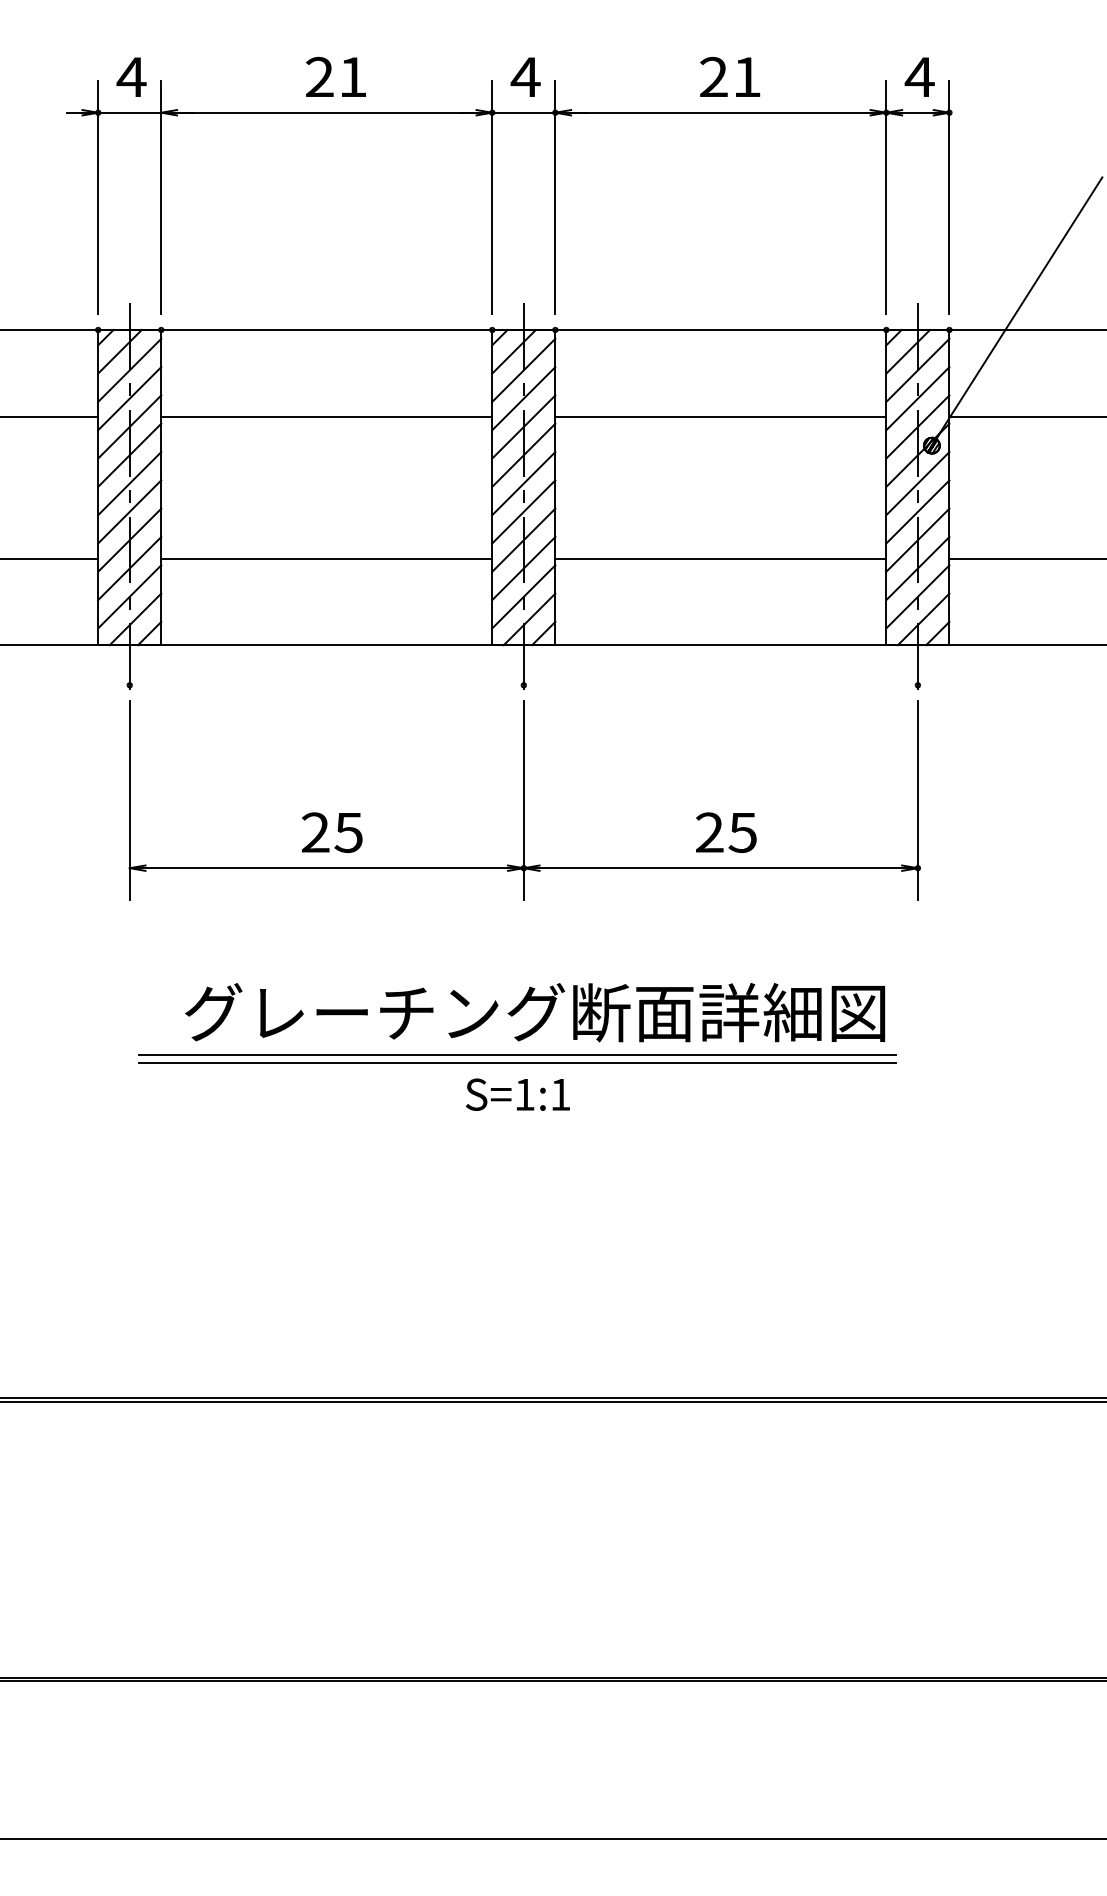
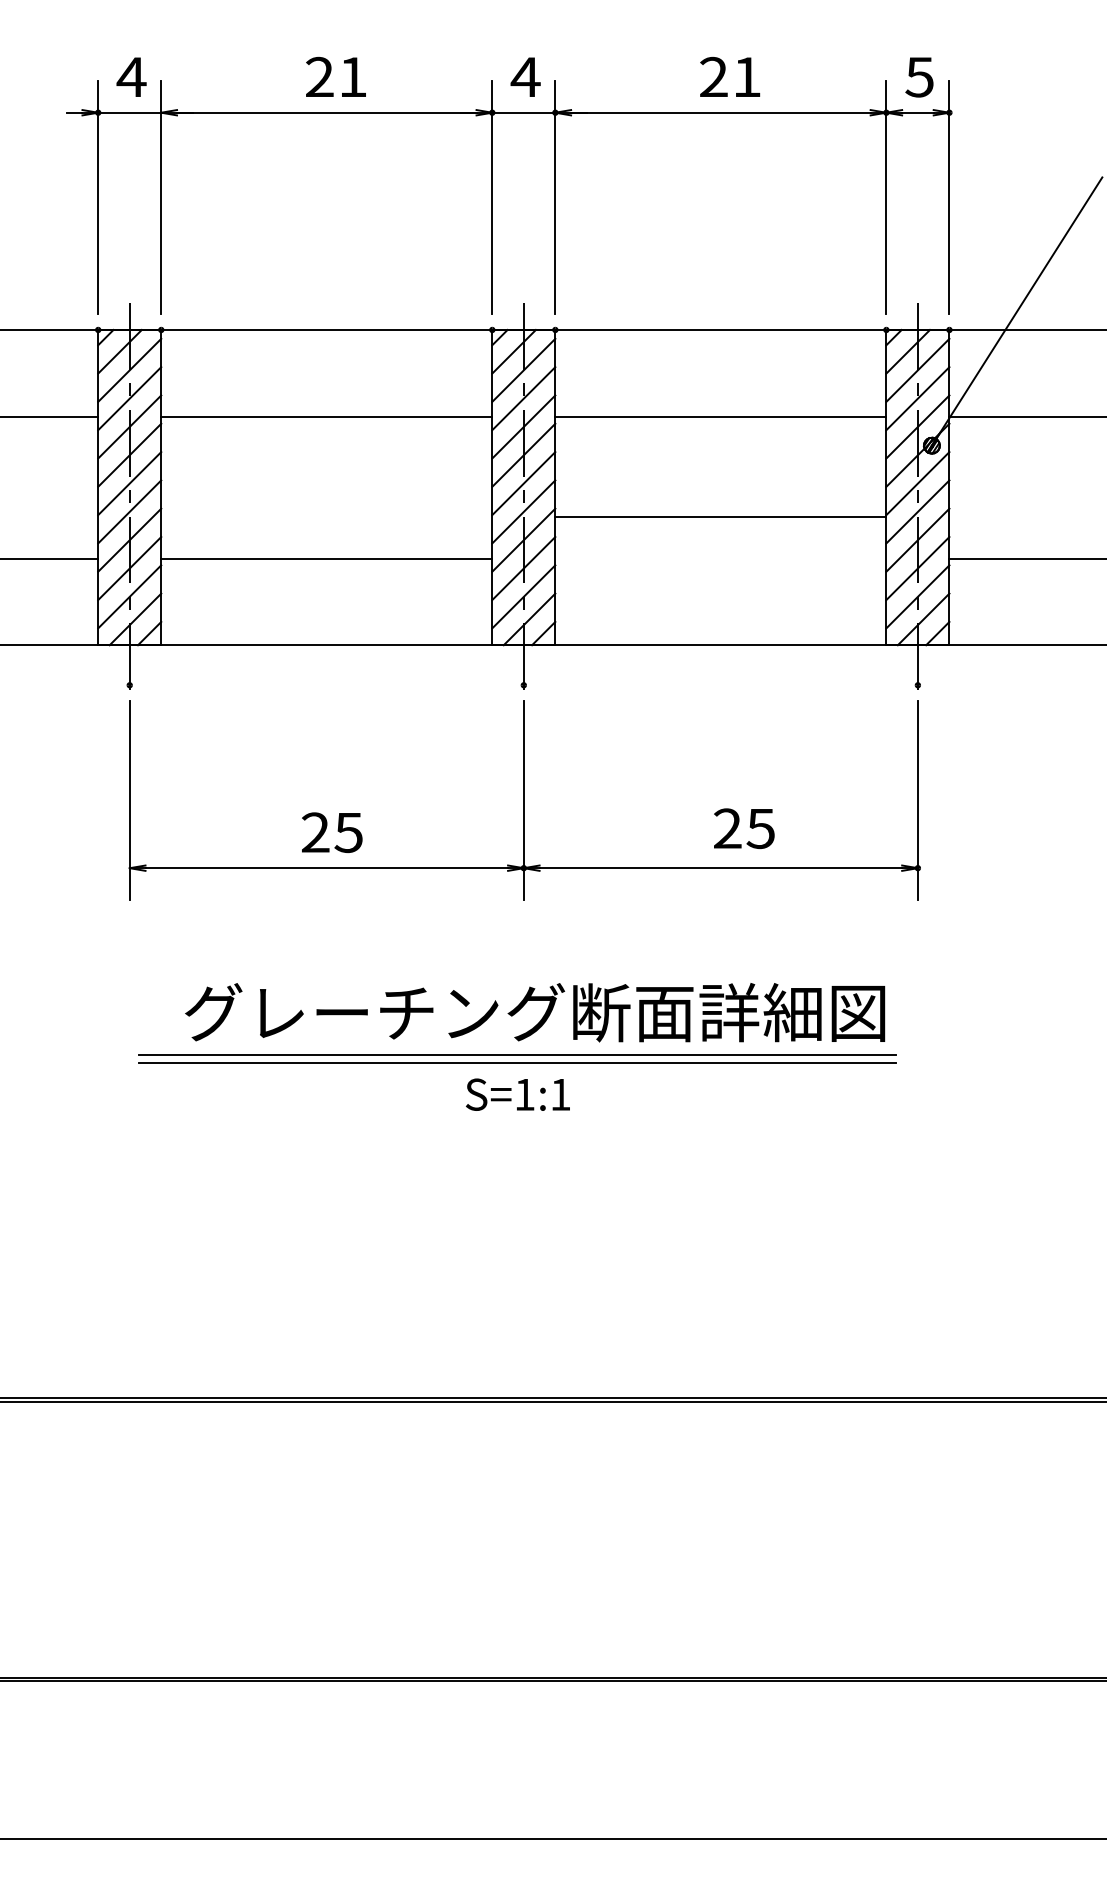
text at (919, 77): 4 -> 5
line at (720, 558) position: (720, 558) -> (720, 516)
text at (726, 832) position: (726, 832) -> (744, 828)
